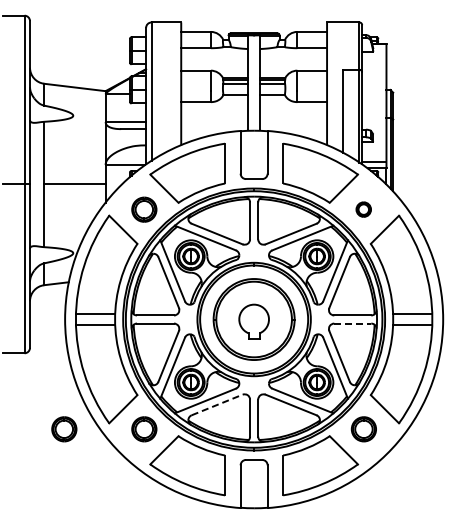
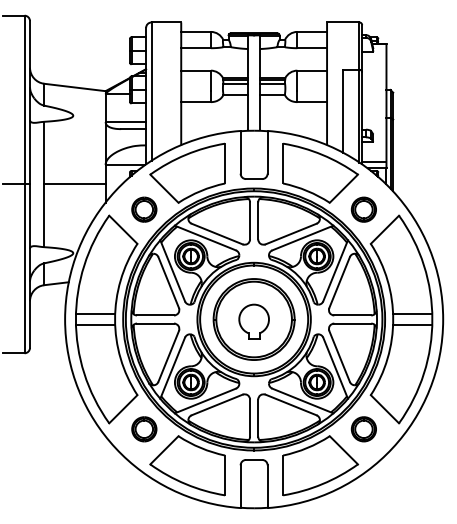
part at (363, 209) size: 17x17 px -> 27x27 px
line at (353, 323): dashed -> solid
line at (217, 404): dashed -> solid
part at (64, 429): present -> none
